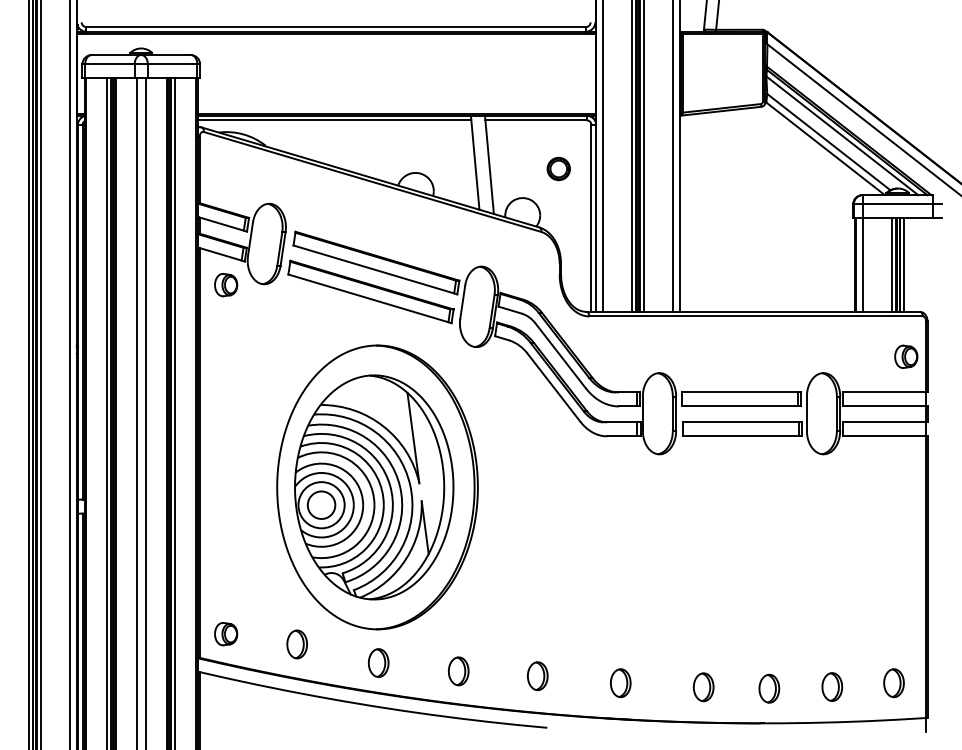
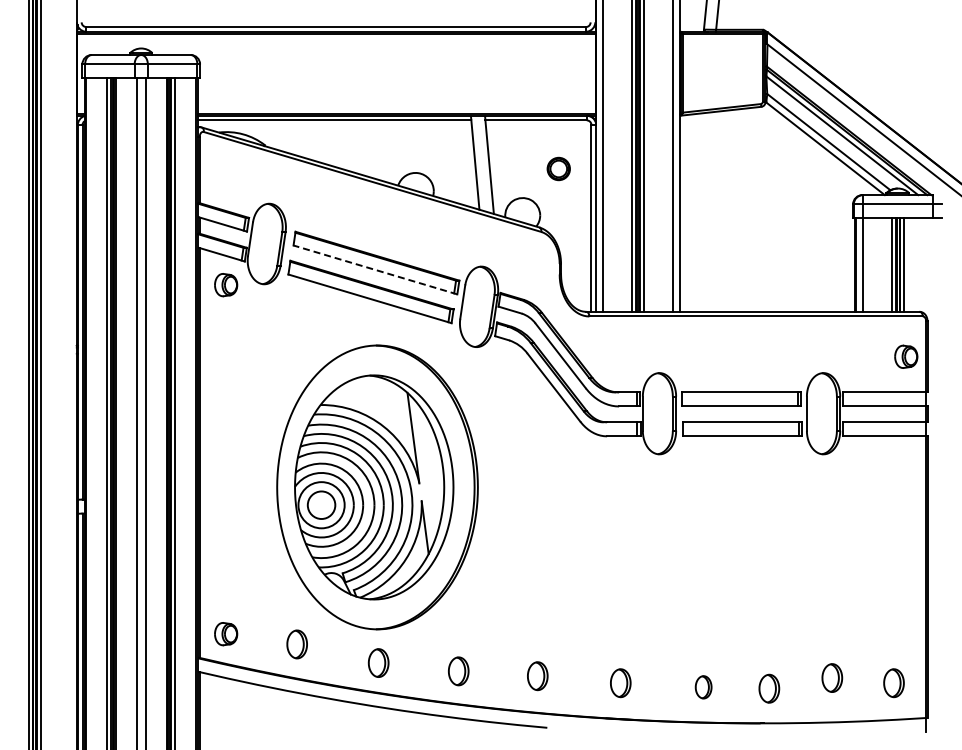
line at (374, 269): solid -> dashed
line at (70, 374): present -> none
part at (832, 686) position: (832, 686) -> (832, 677)
part at (703, 687) size: 23x31 px -> 19x25 px
